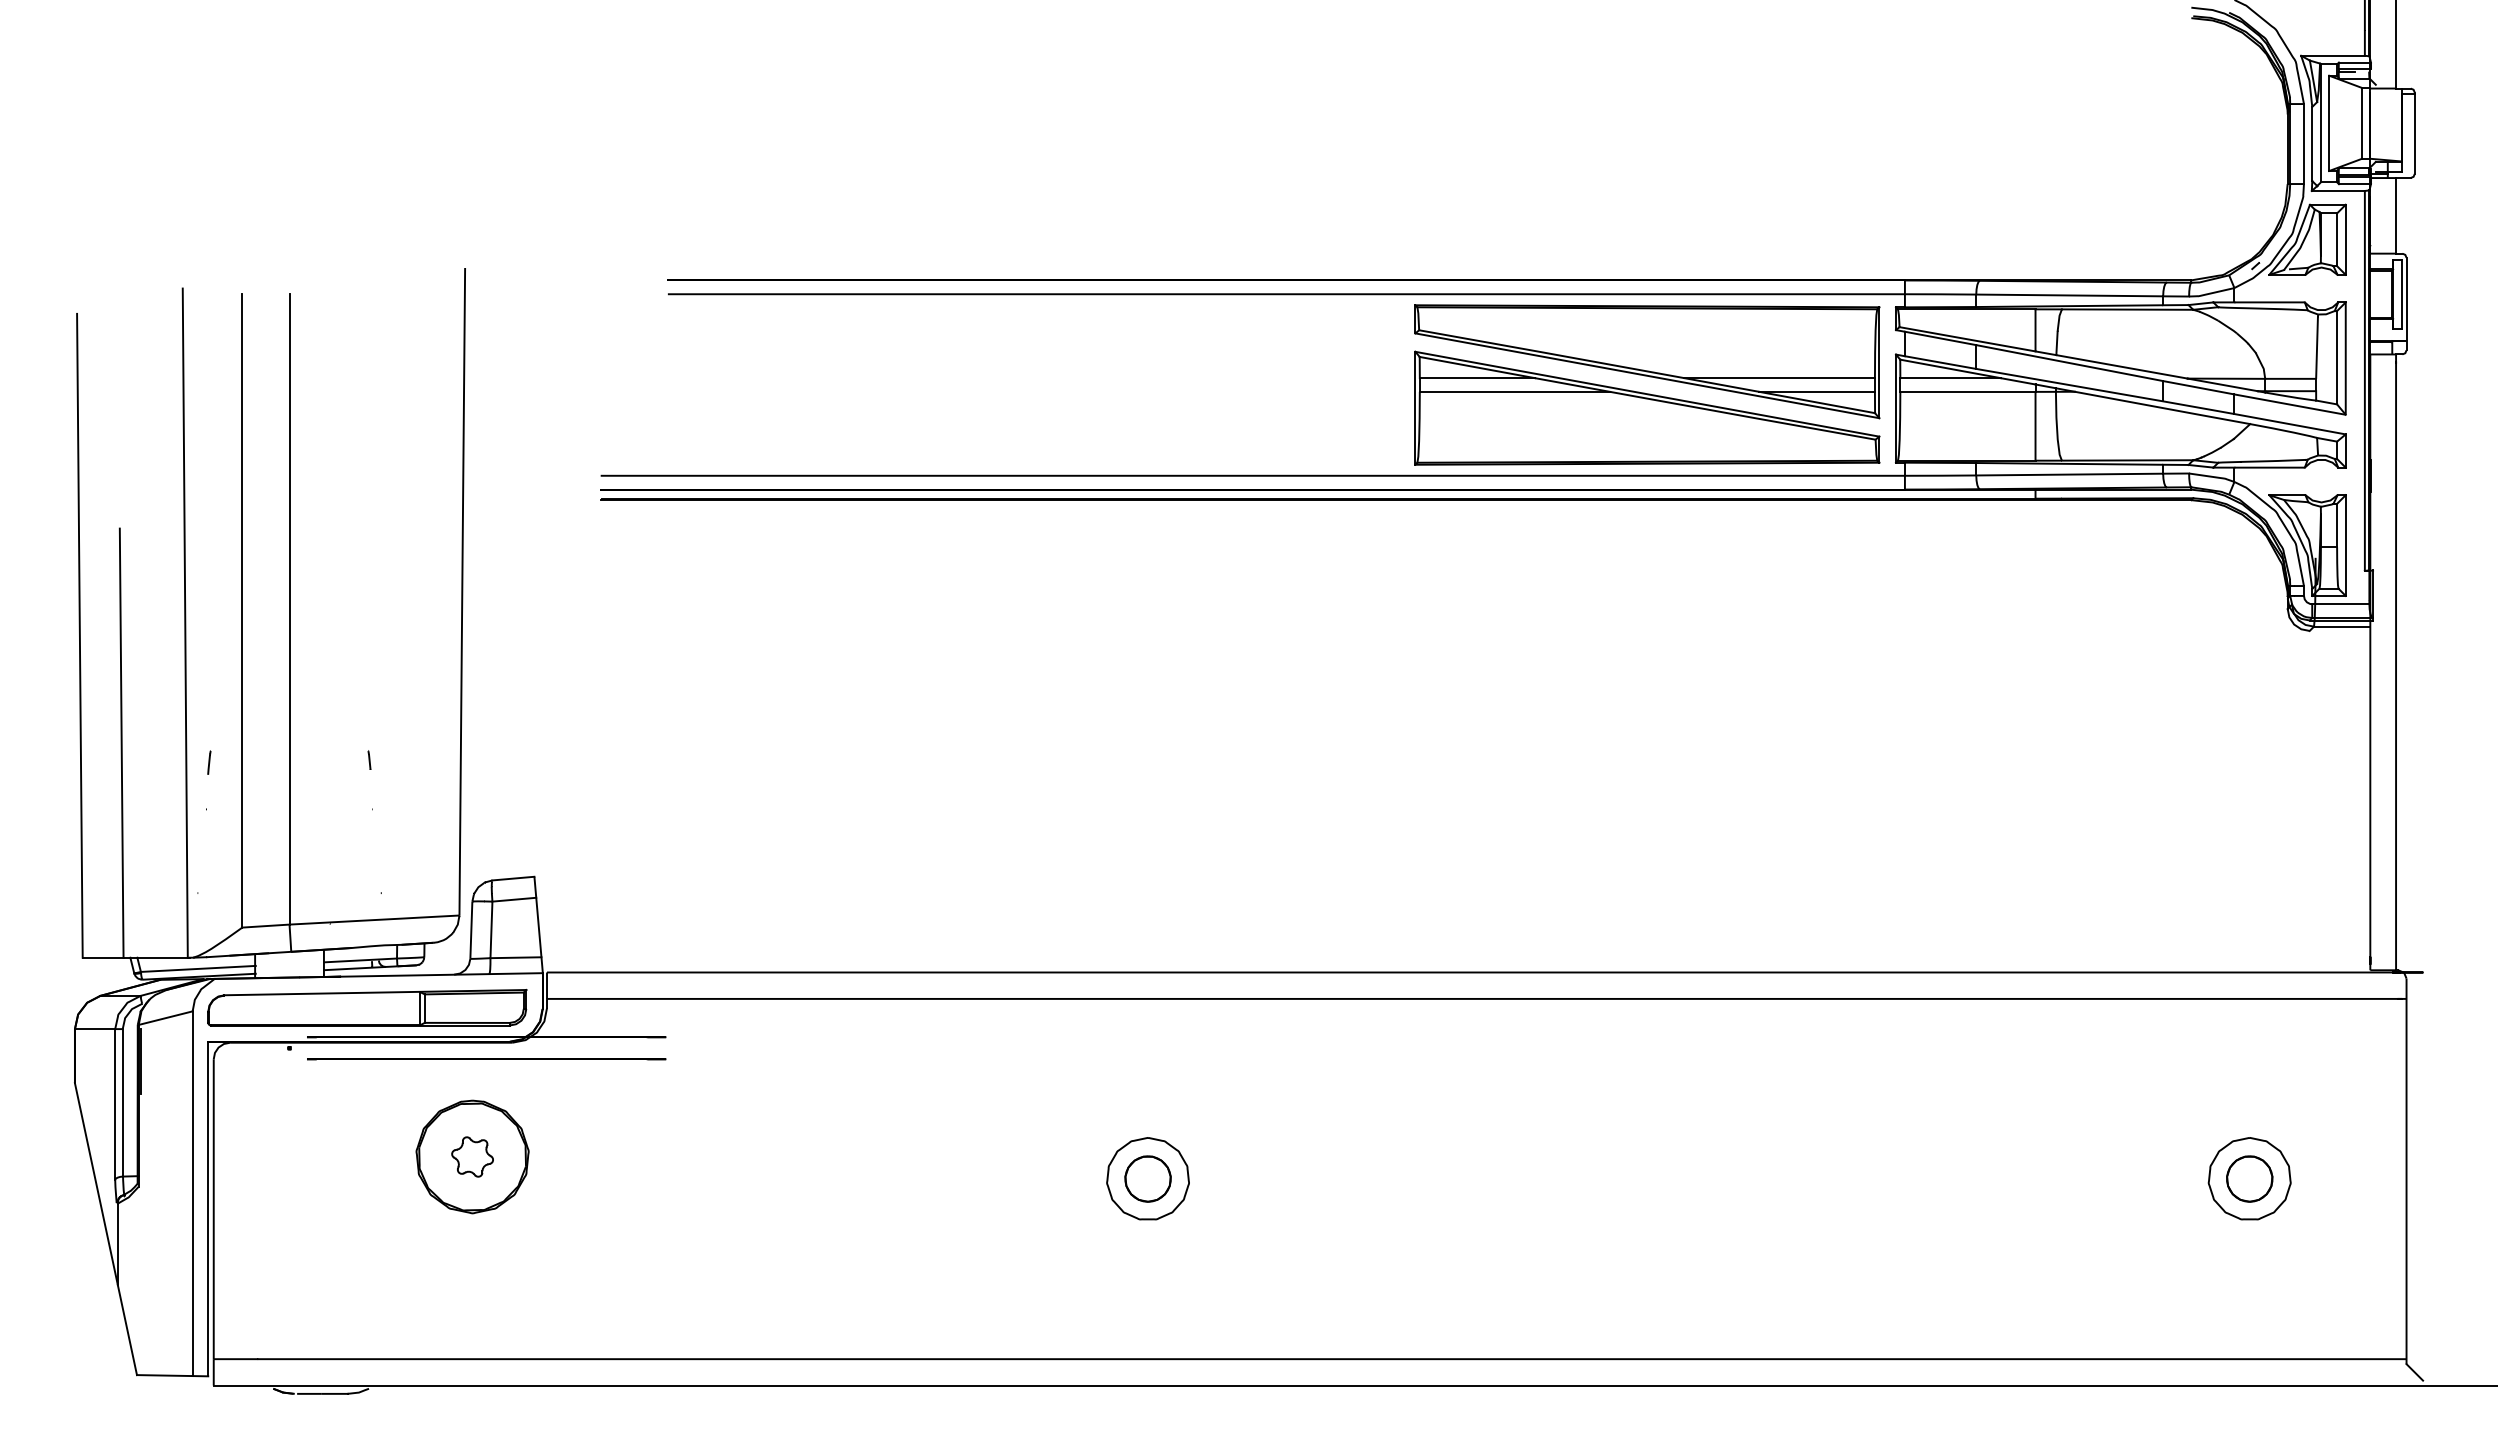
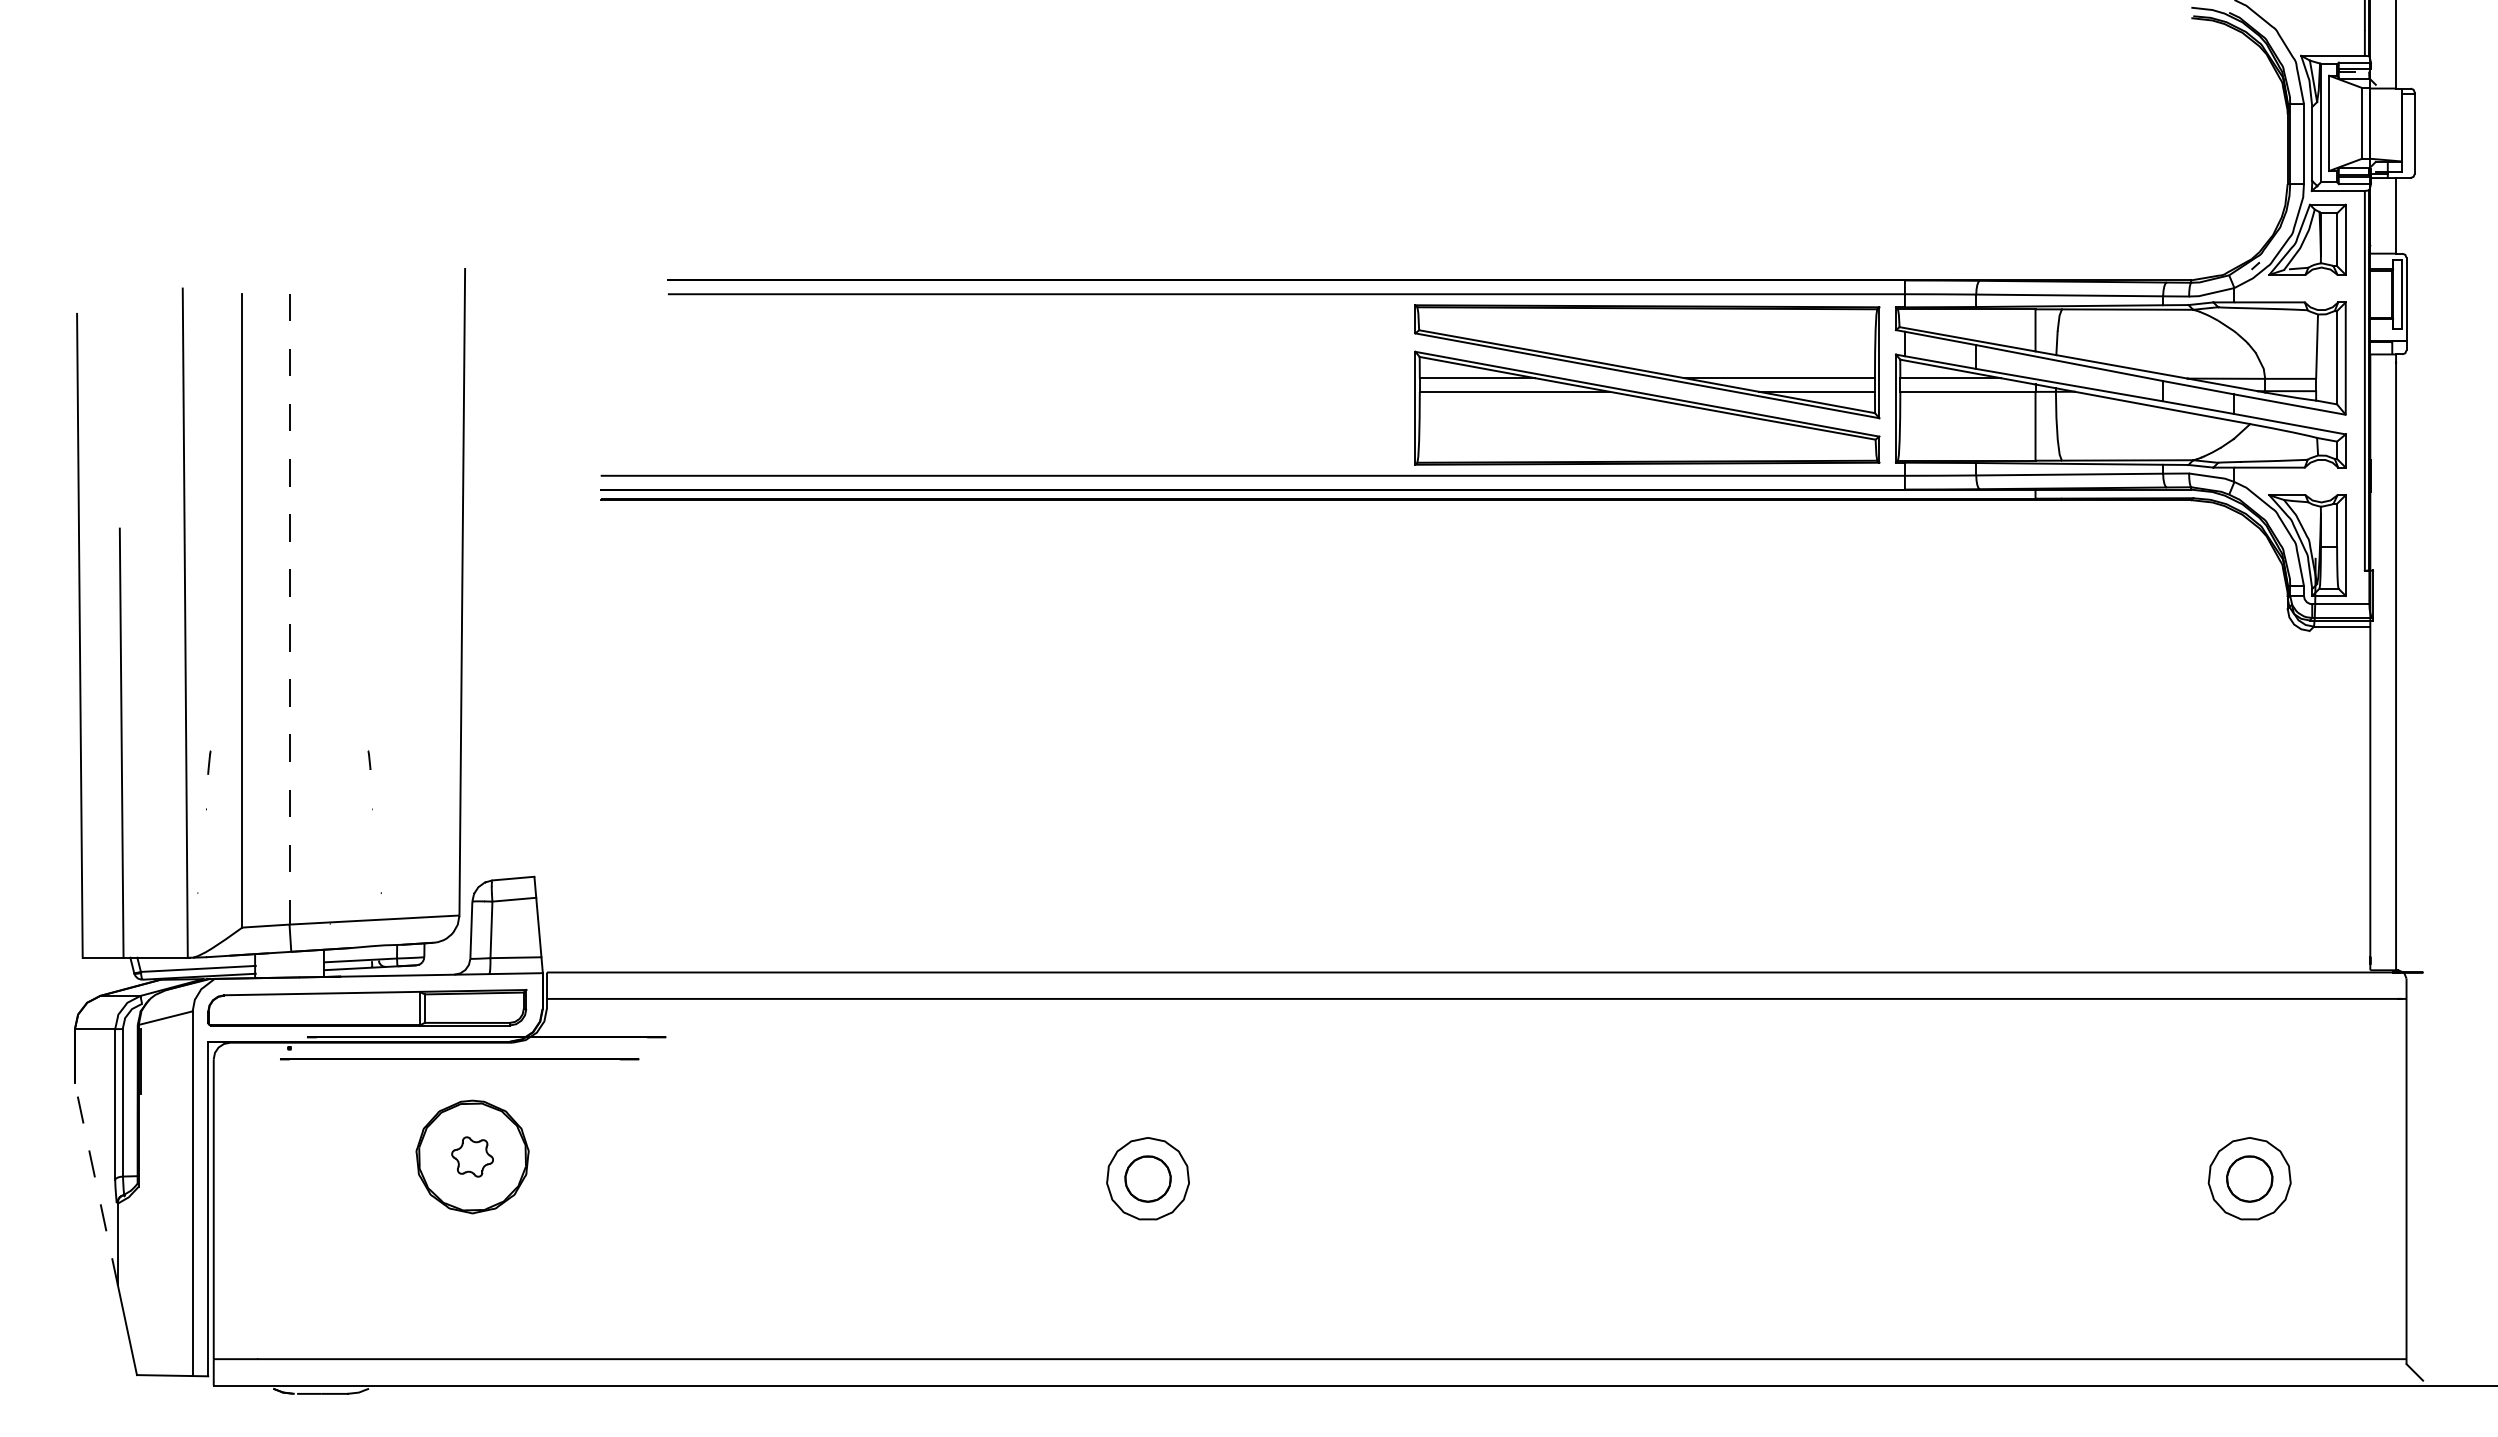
line at (289, 609): solid -> dashed
line at (486, 1059) position: (486, 1059) -> (459, 1059)
line at (96, 1183): solid -> dashed
